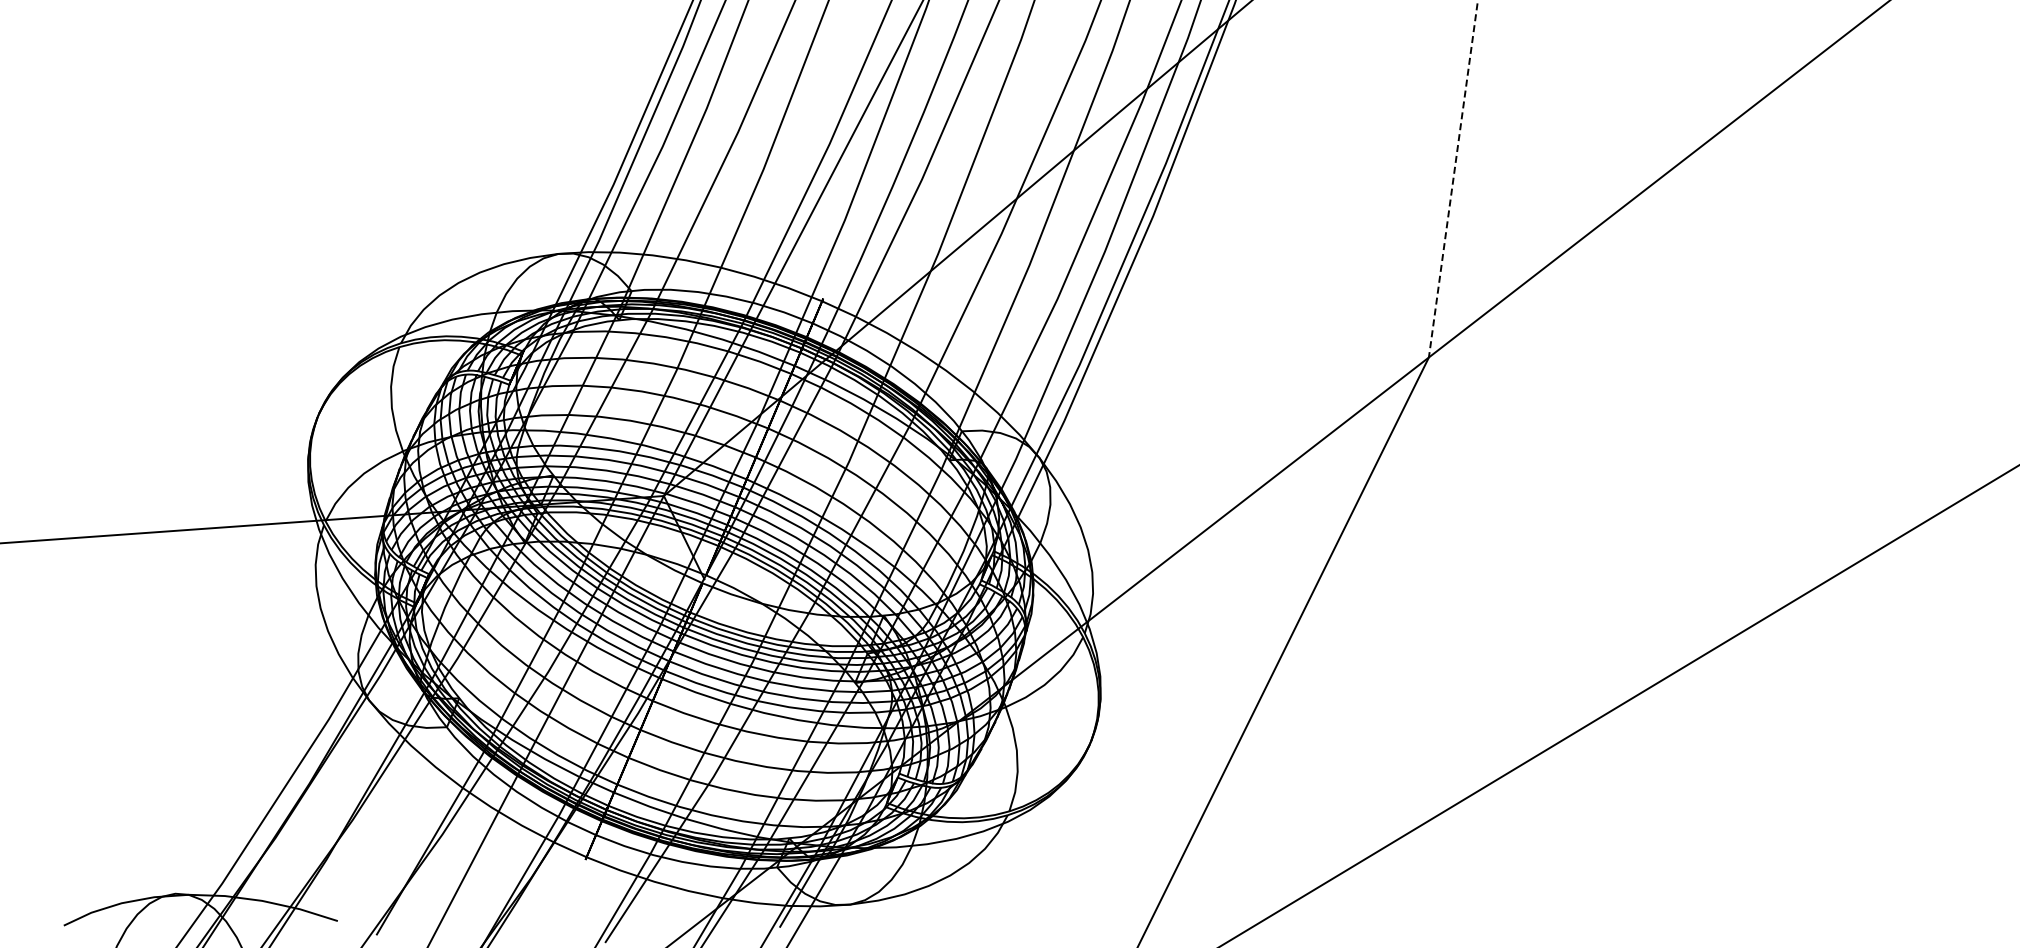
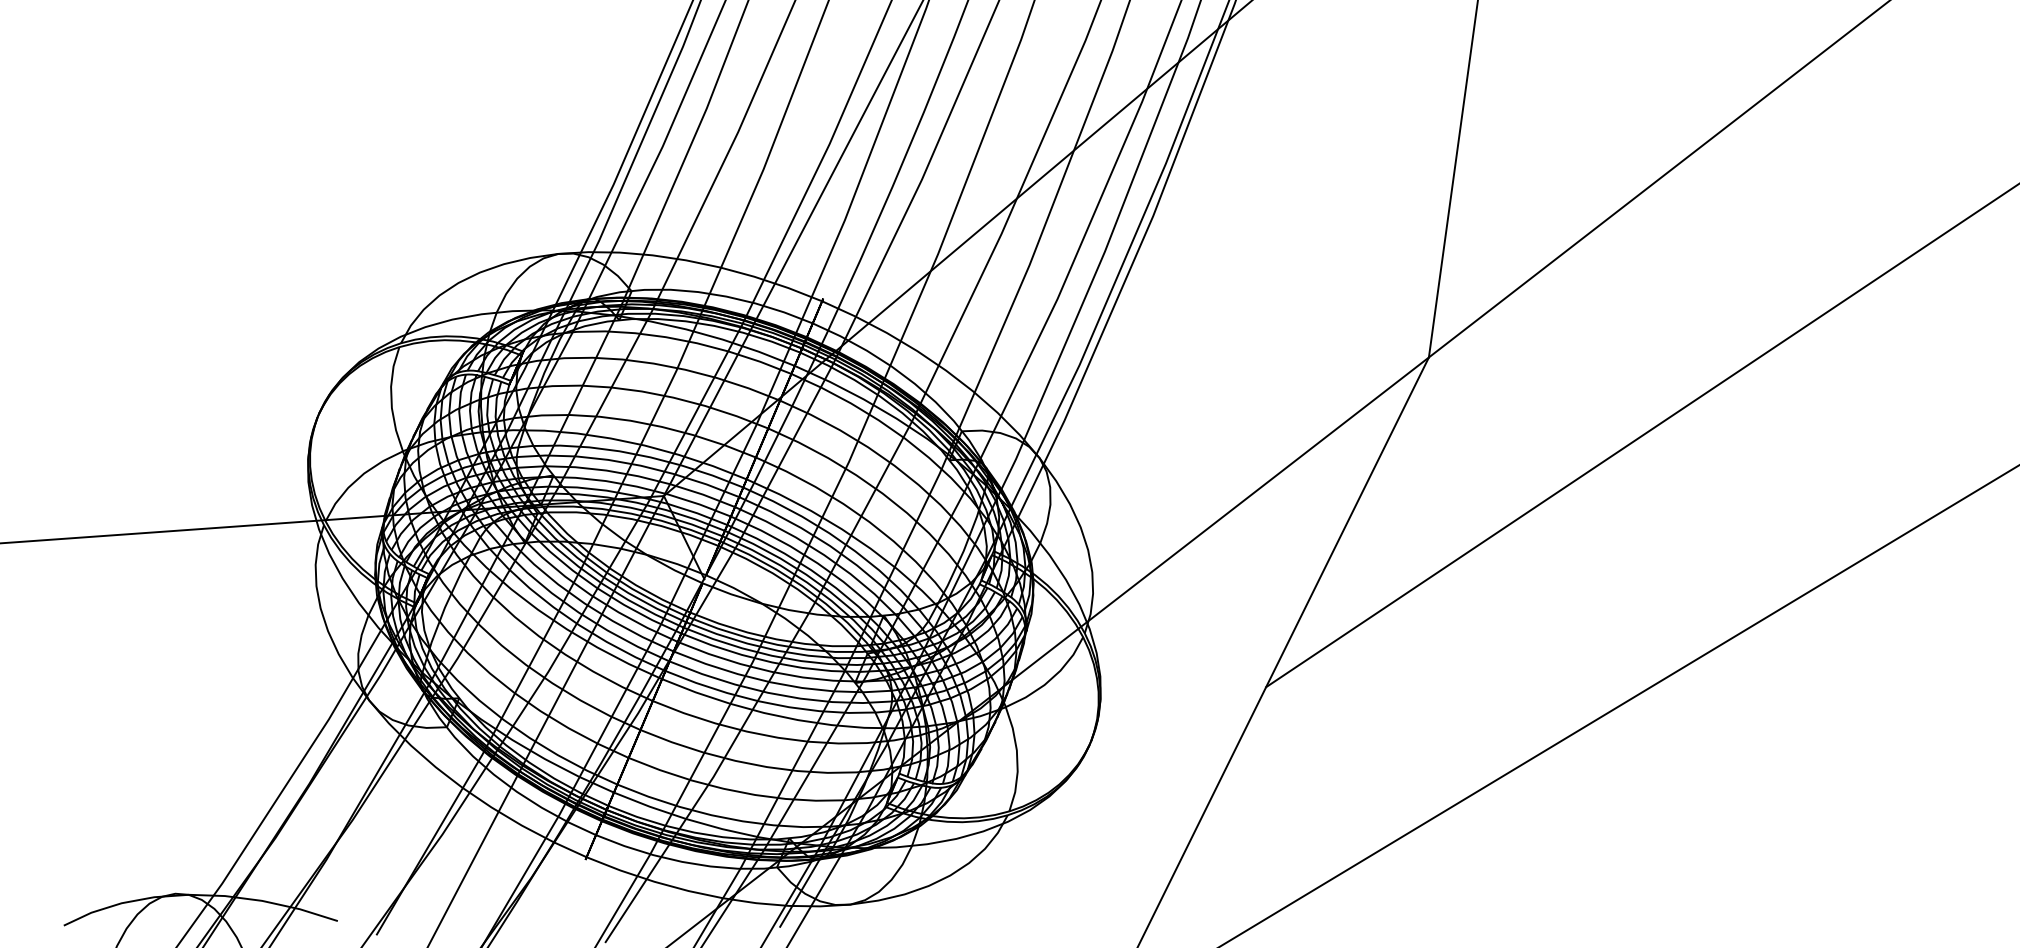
line at (1453, 179): dashed -> solid
line at (1641, 436): none -> present
